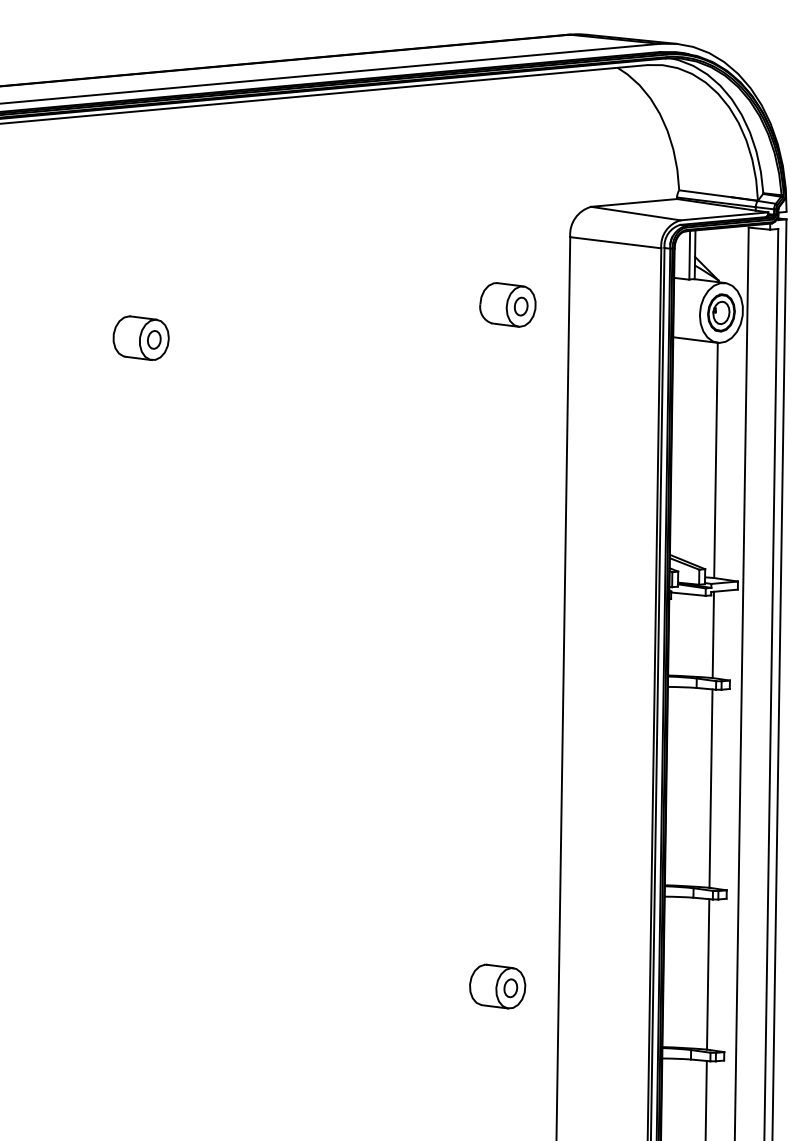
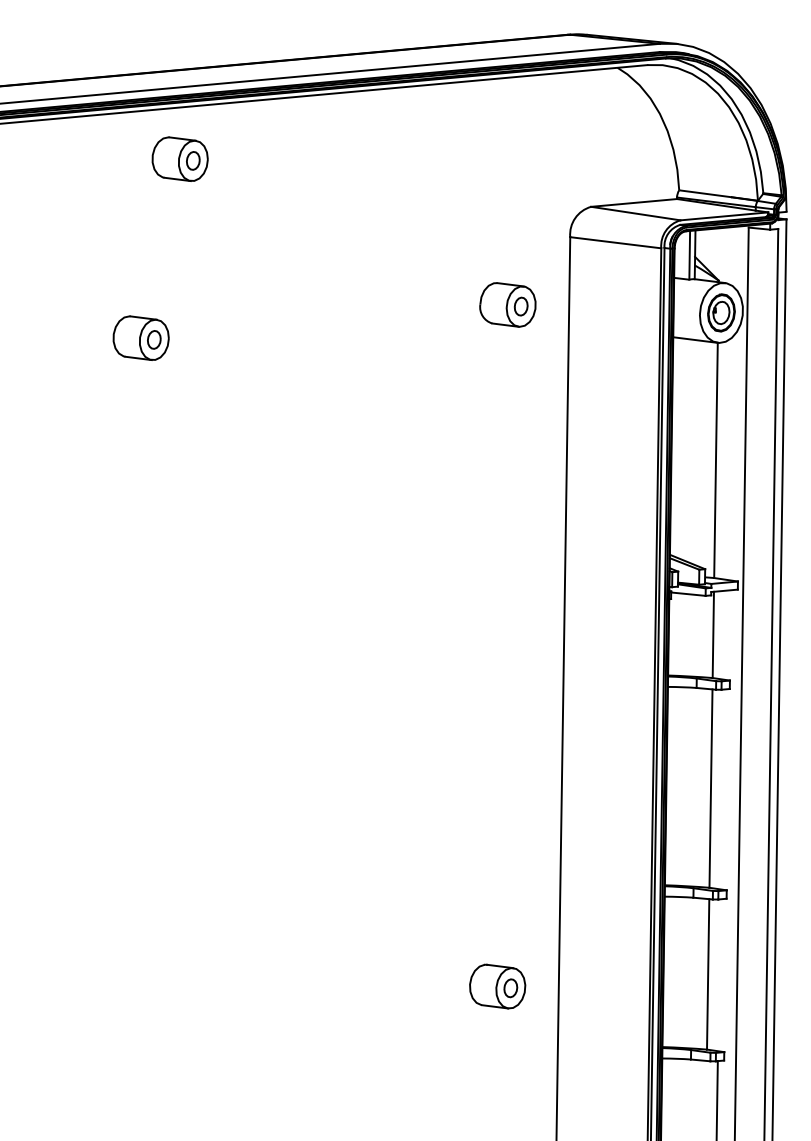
part at (179, 158): none -> present
line at (705, 1098) position: (705, 1098) -> (716, 1098)
